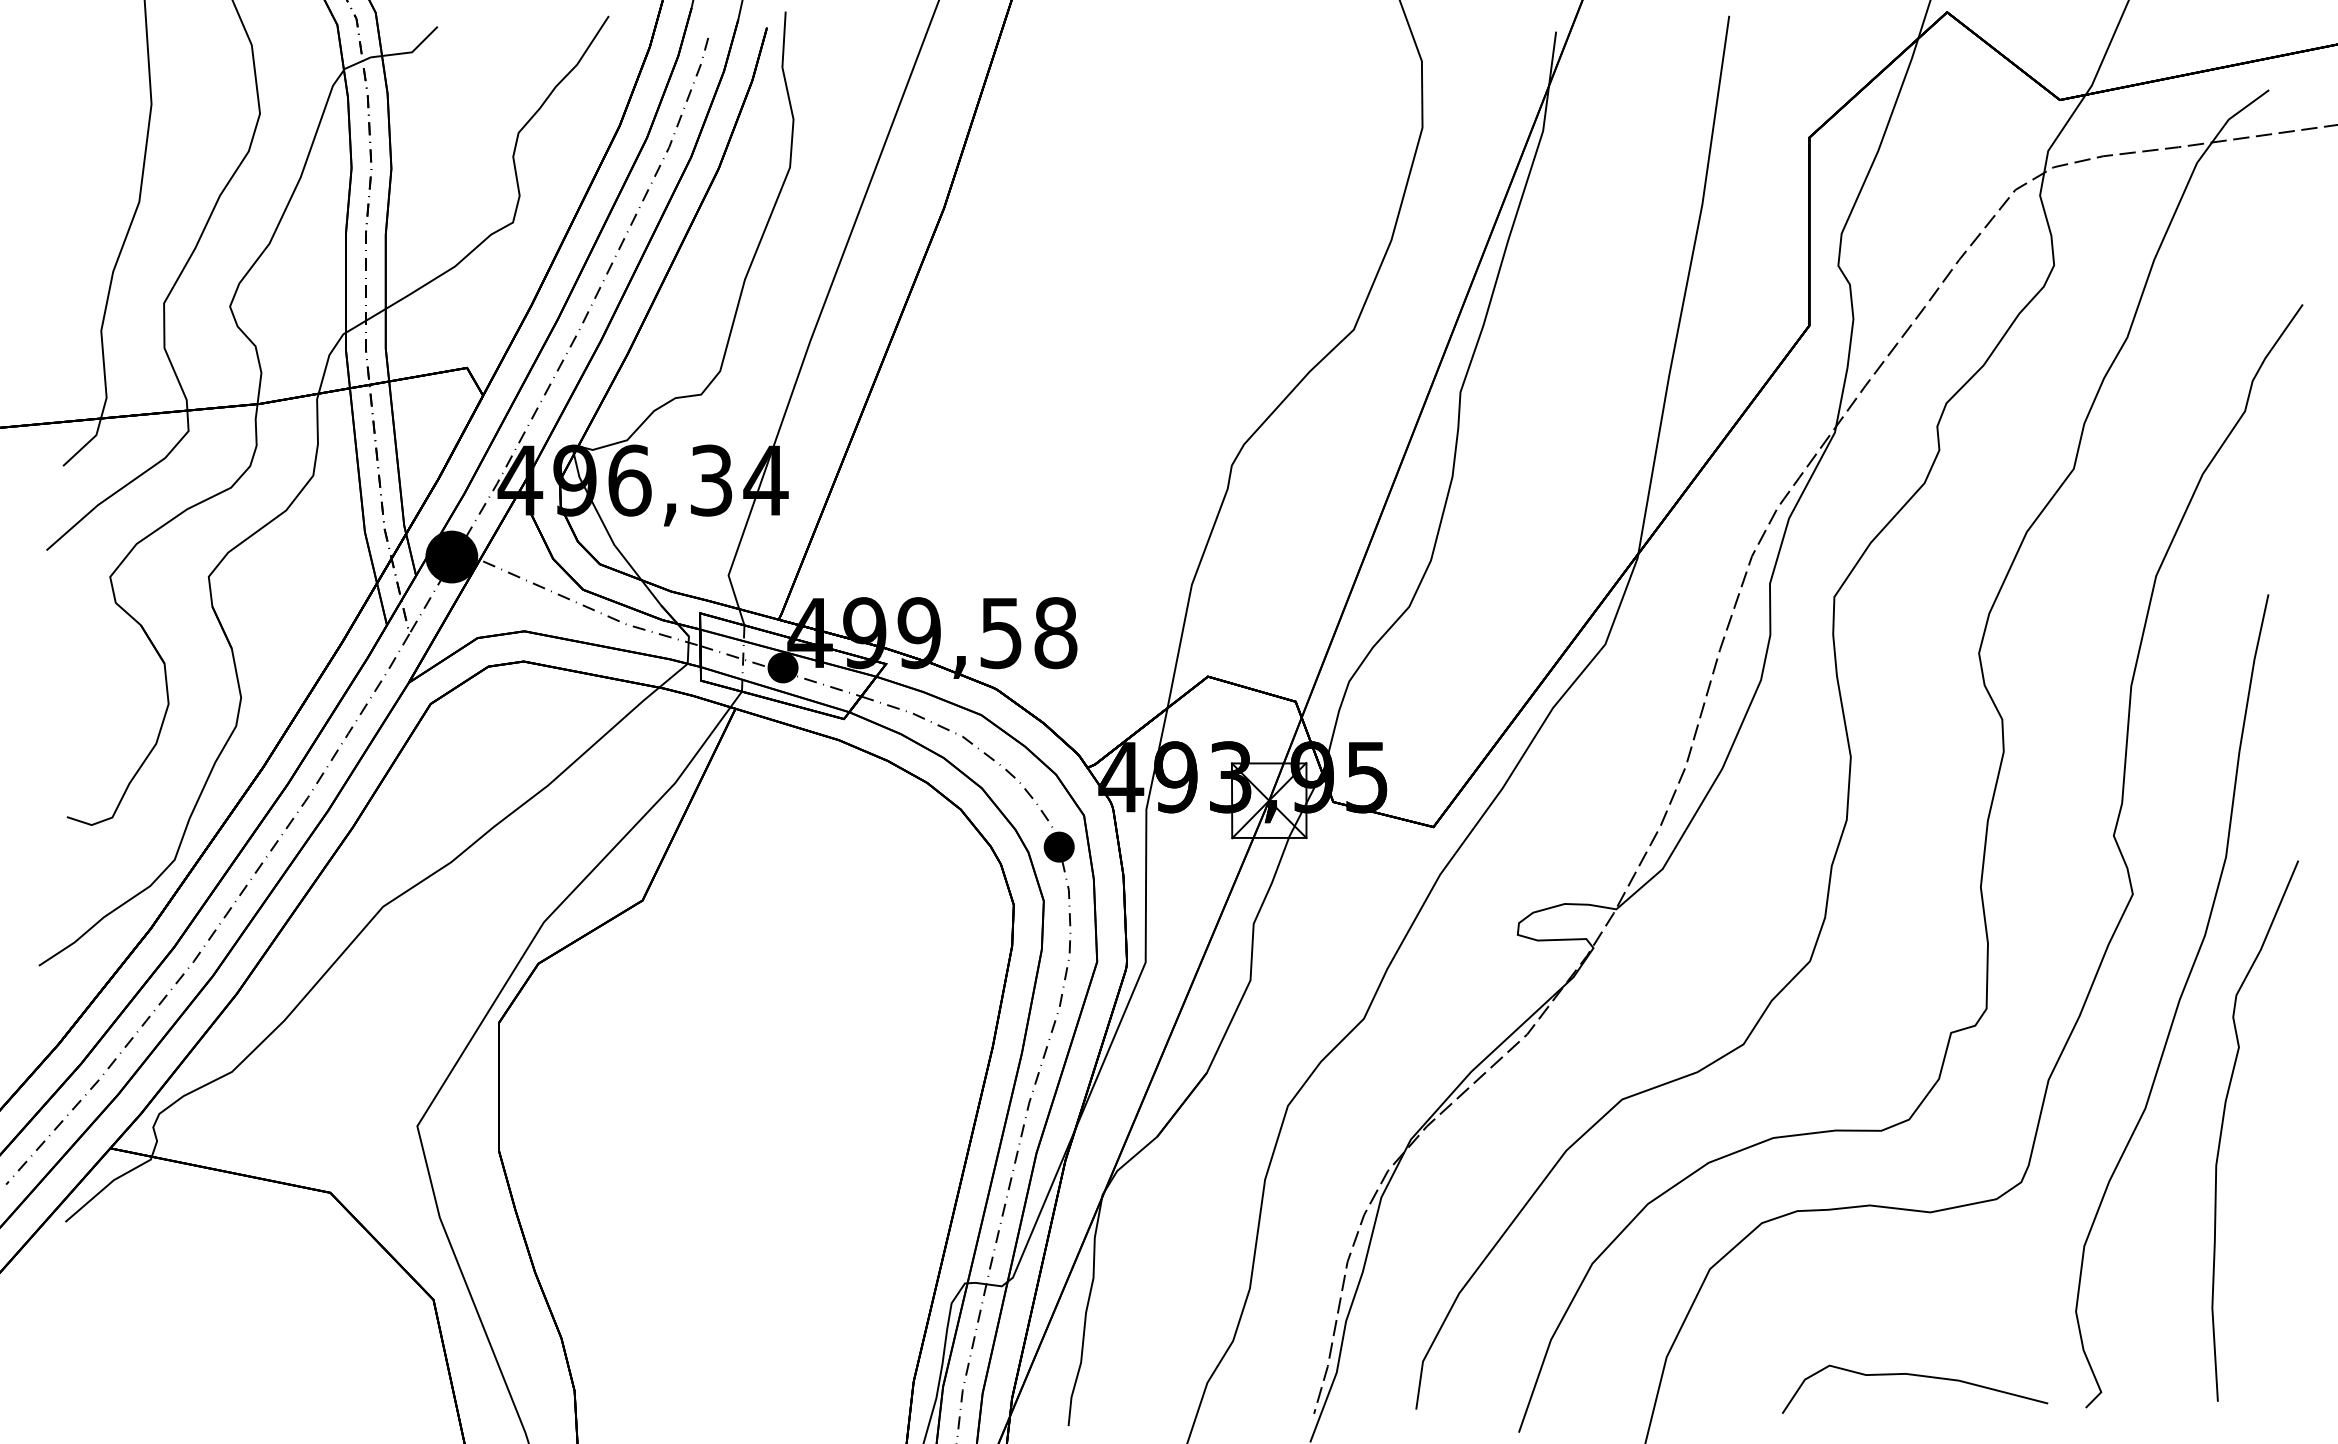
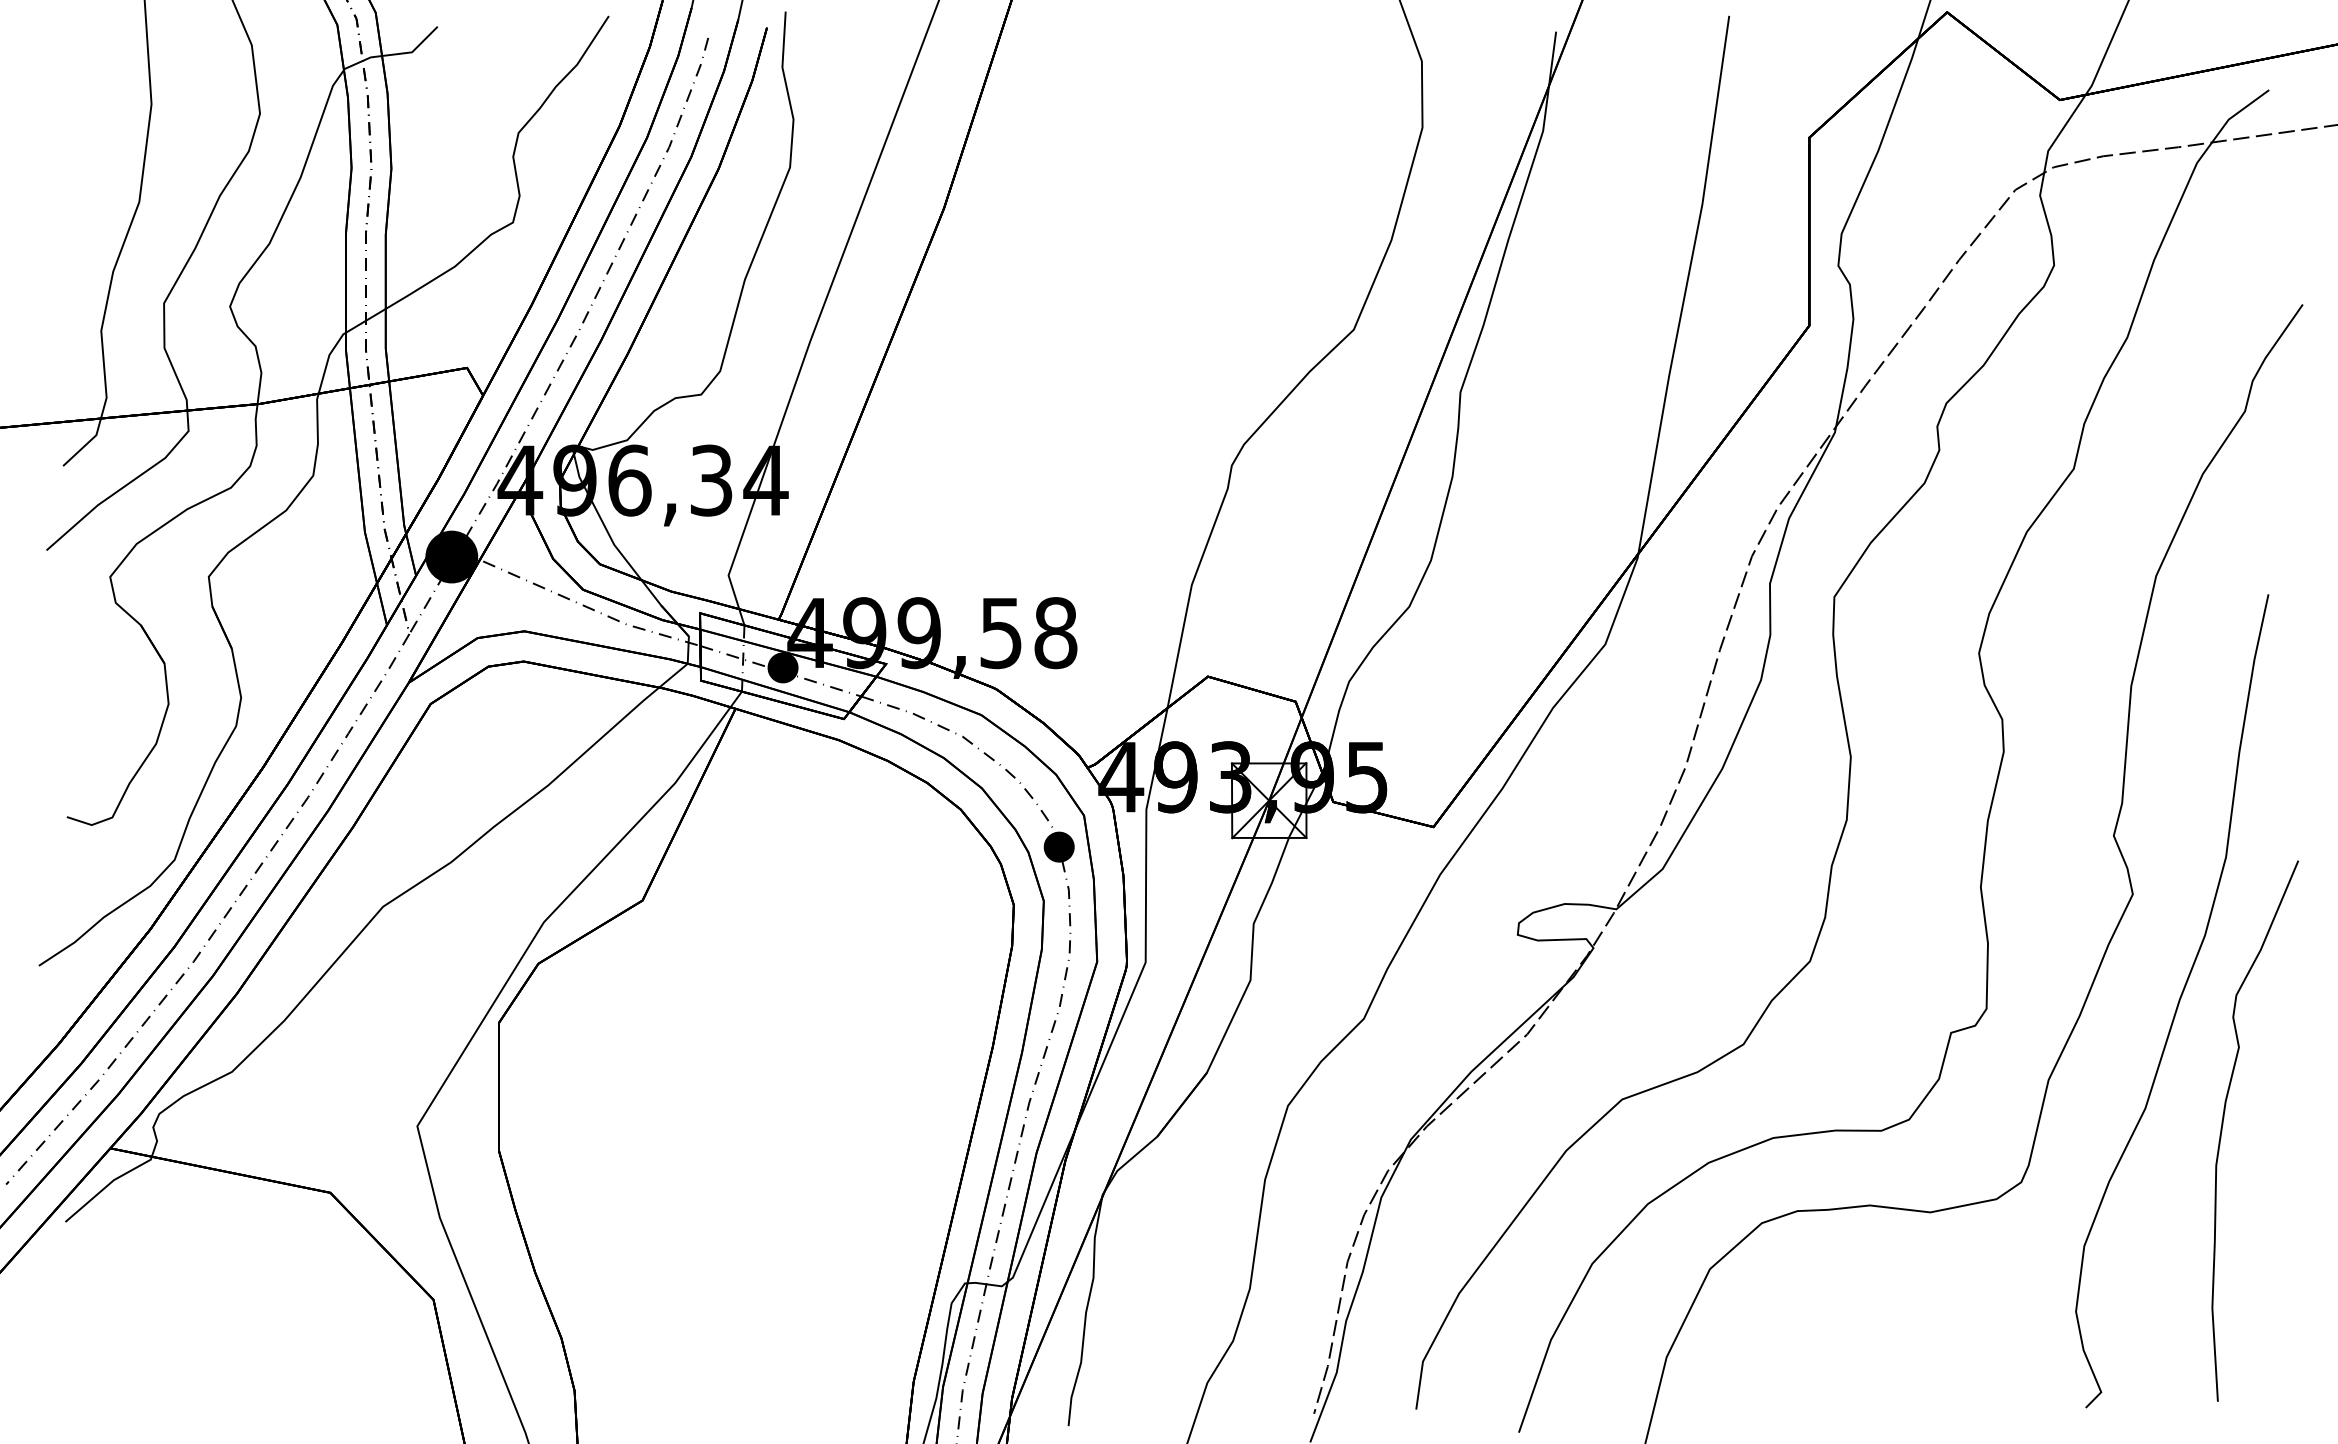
curve at (1916, 1376): present -> none
